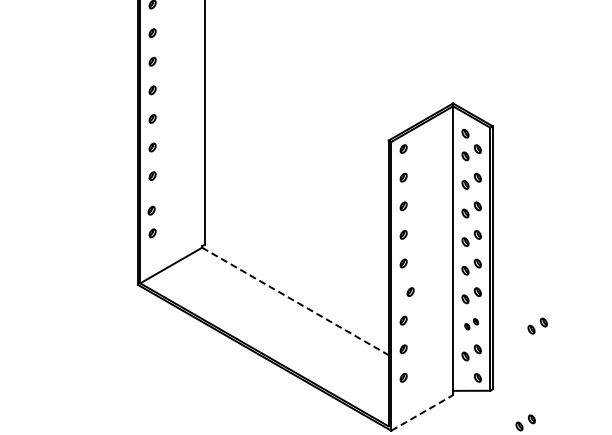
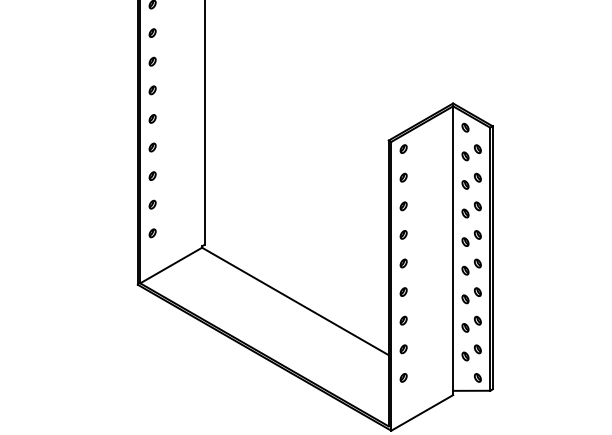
part at (465, 133) position: (465, 133) -> (465, 127)
part at (151, 210) position: (151, 210) -> (152, 204)
part at (410, 291) position: (410, 291) -> (403, 291)
line at (295, 301): dashed -> solid
part at (471, 324) size: 15x13 px -> 21x18 px
part at (537, 325): present -> none
line at (422, 412): dashed -> solid
part at (525, 422): present -> none
